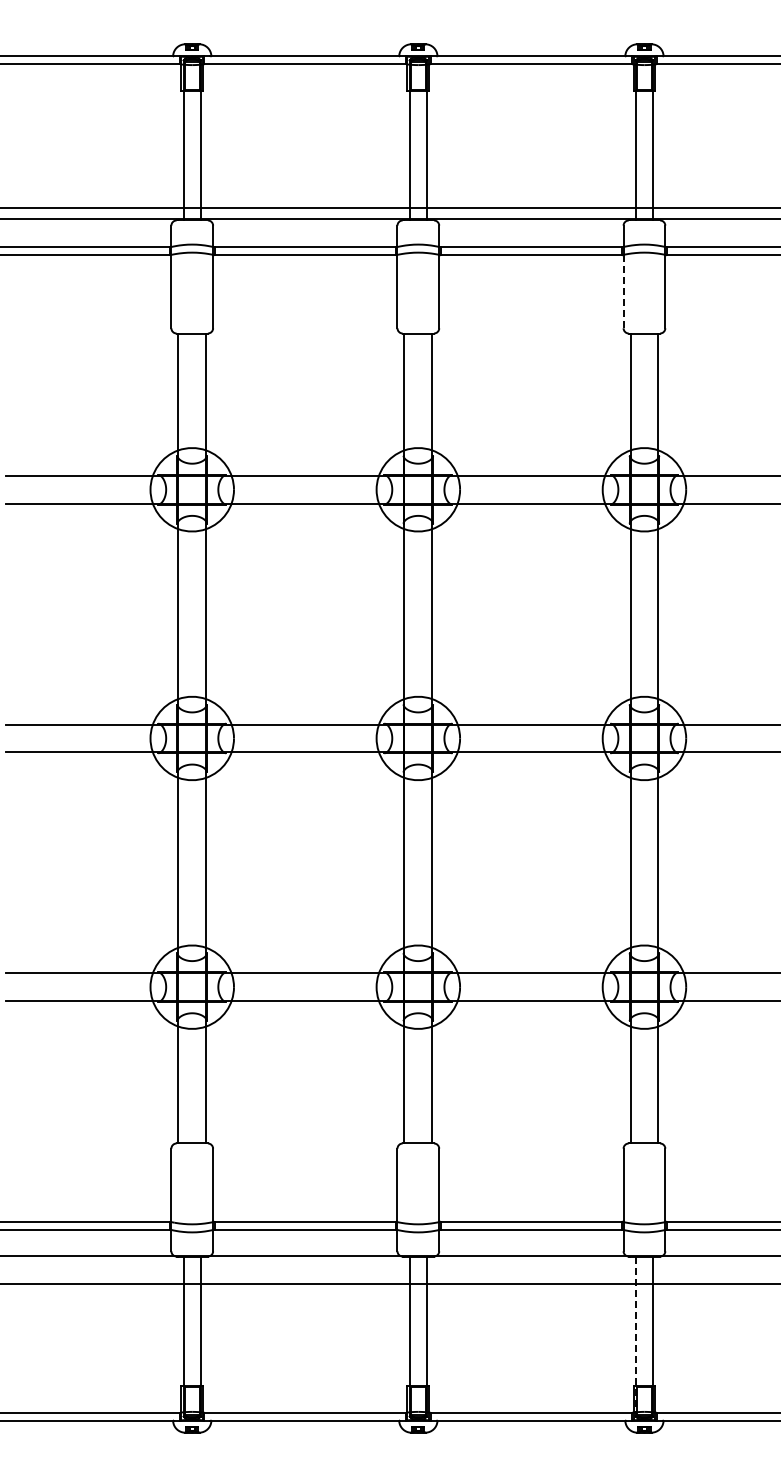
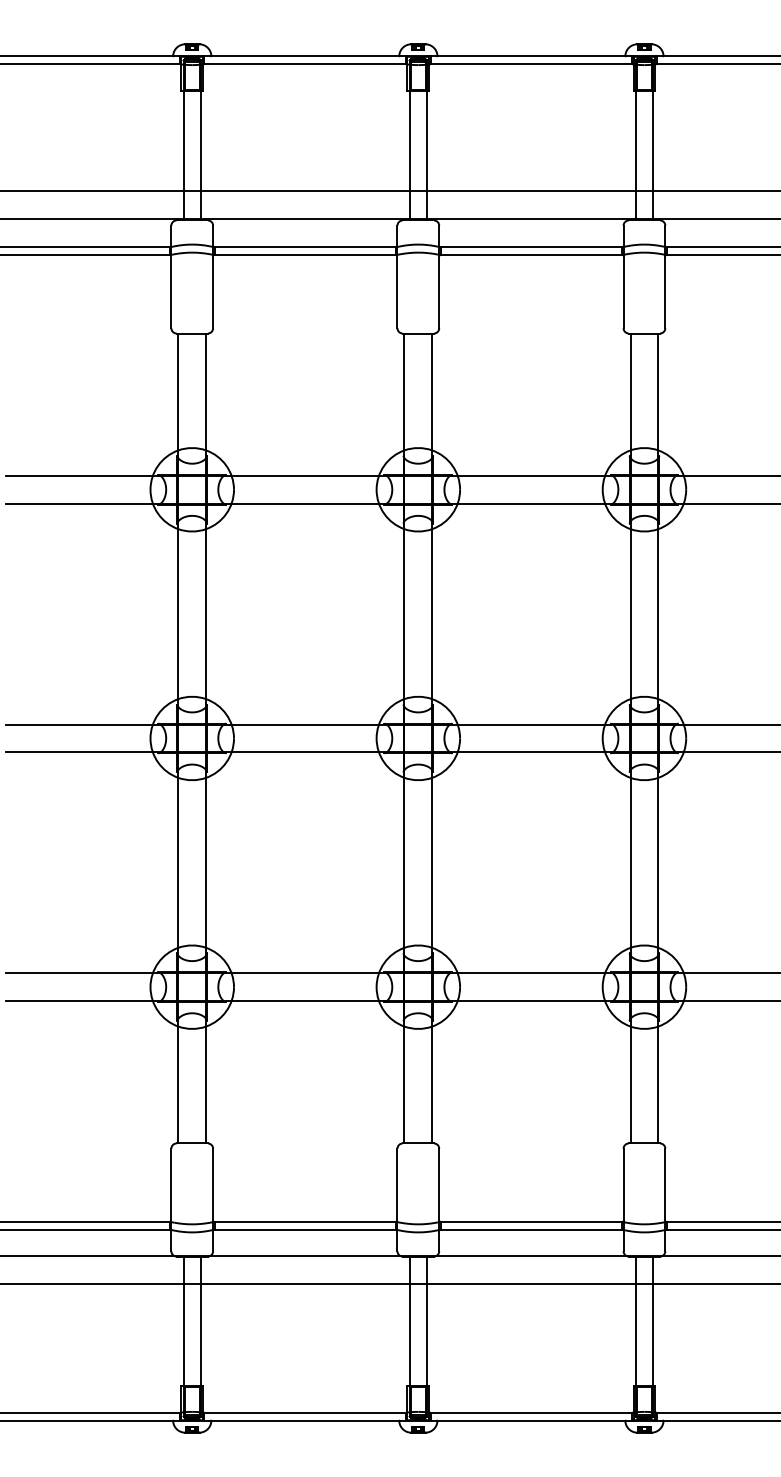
line at (389, 208) position: (389, 208) -> (389, 191)
line at (623, 291): dashed -> solid
line at (635, 1337): dashed -> solid
